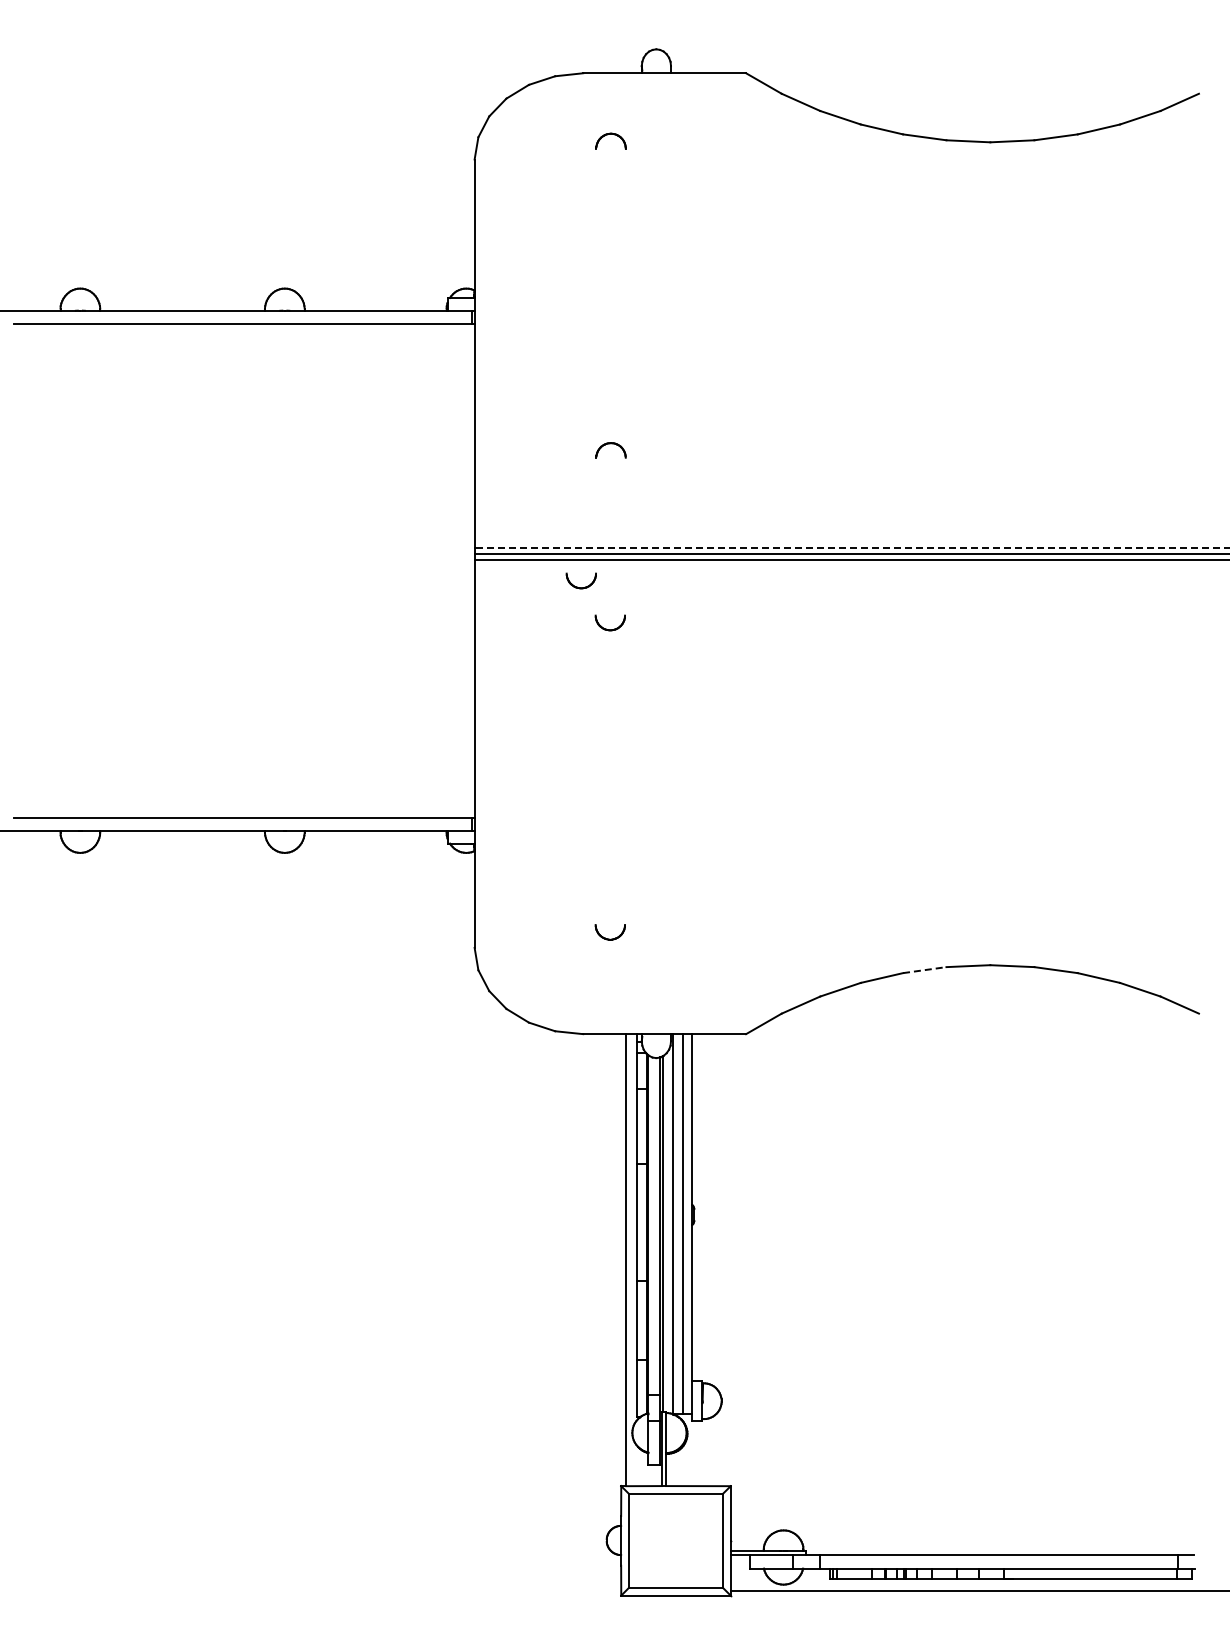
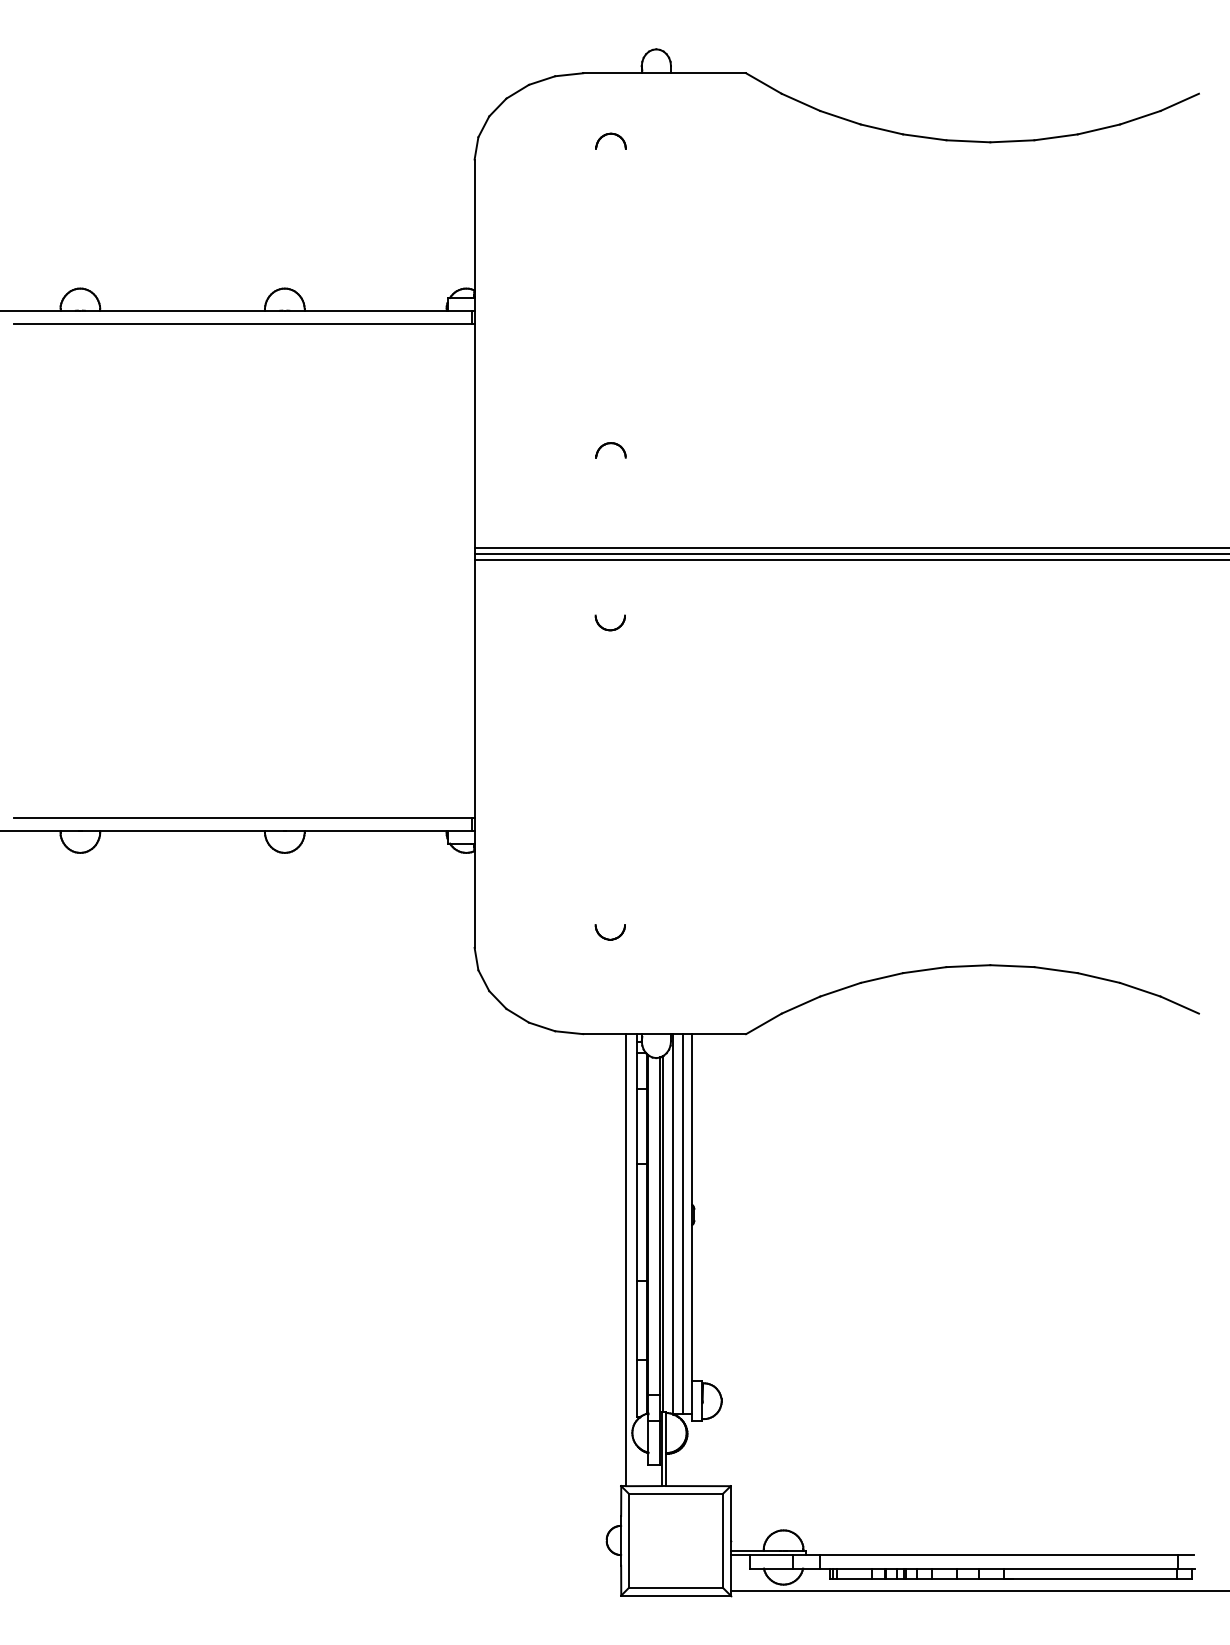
line at (851, 547): dashed -> solid
part at (577, 586): present -> none
line at (924, 970): dashed -> solid
